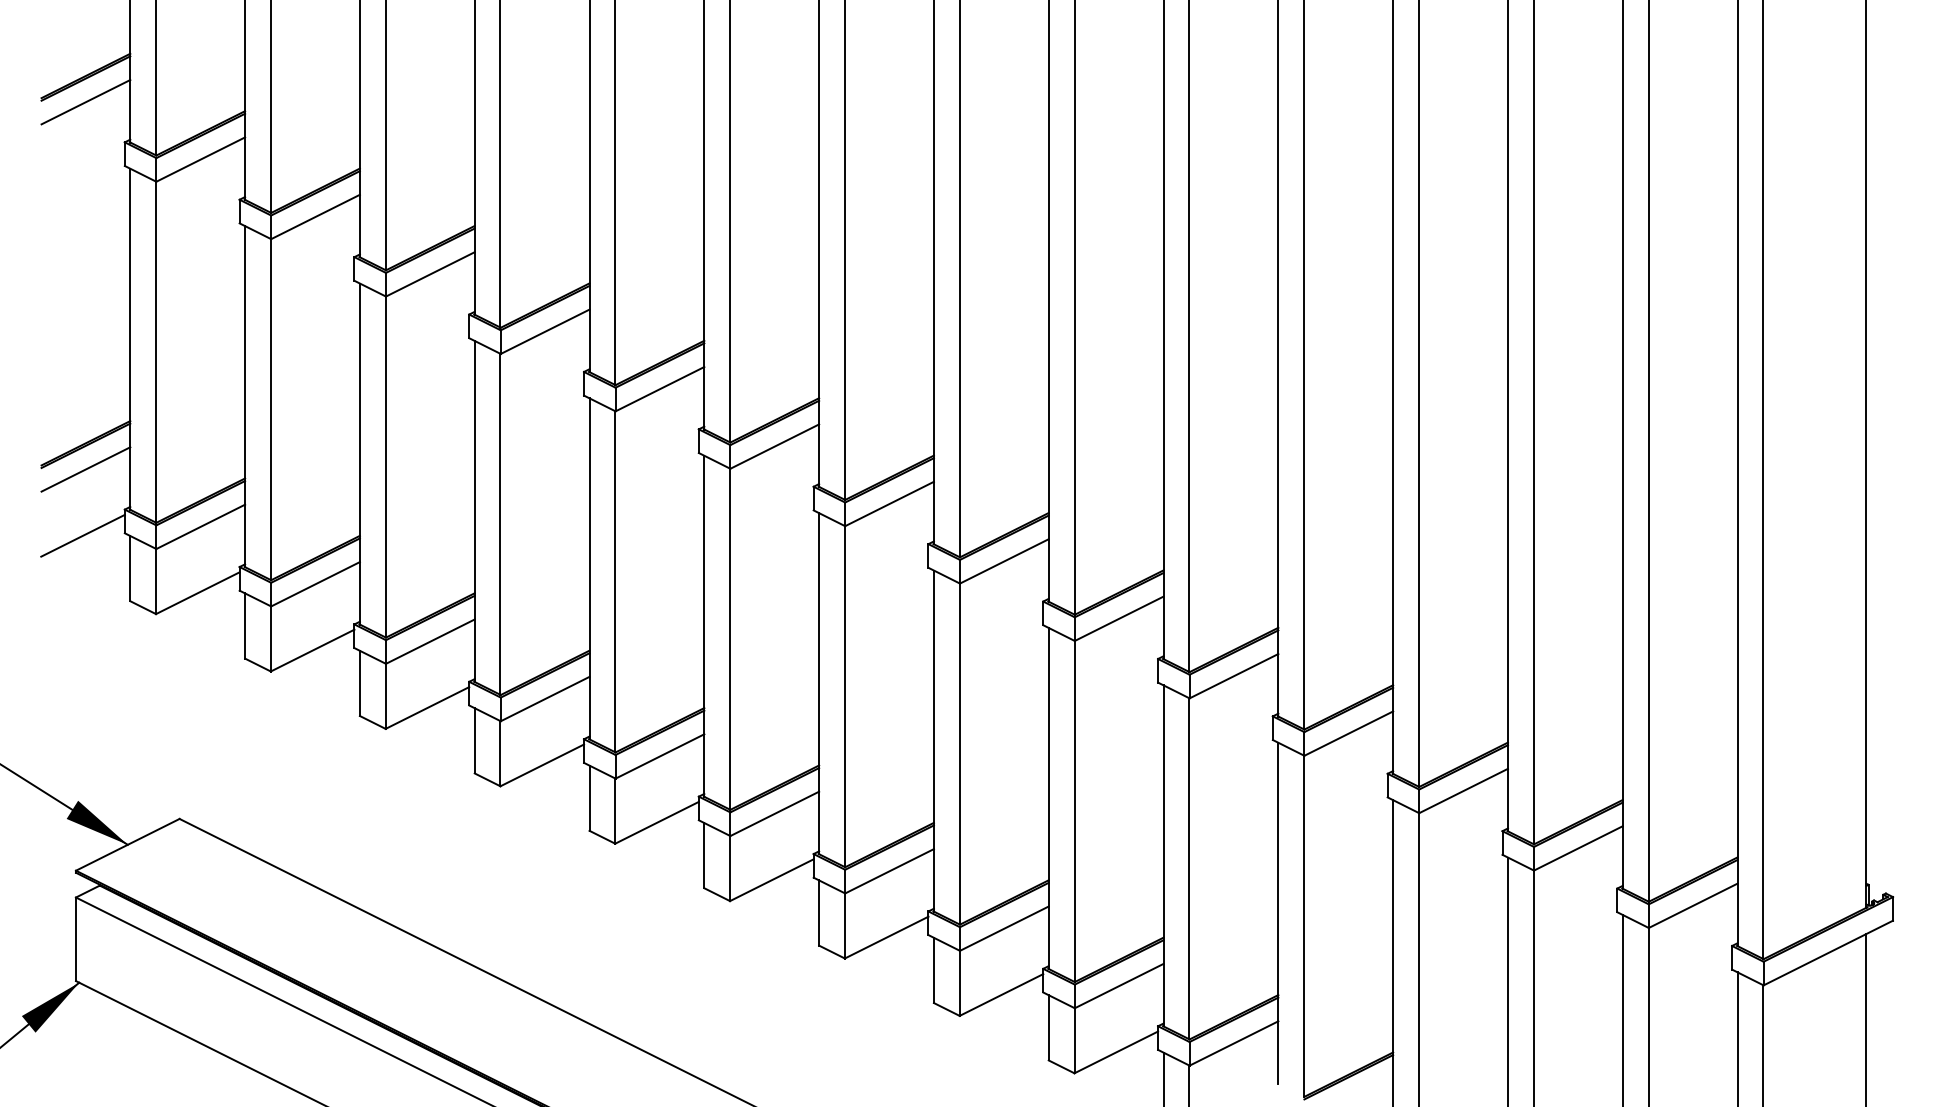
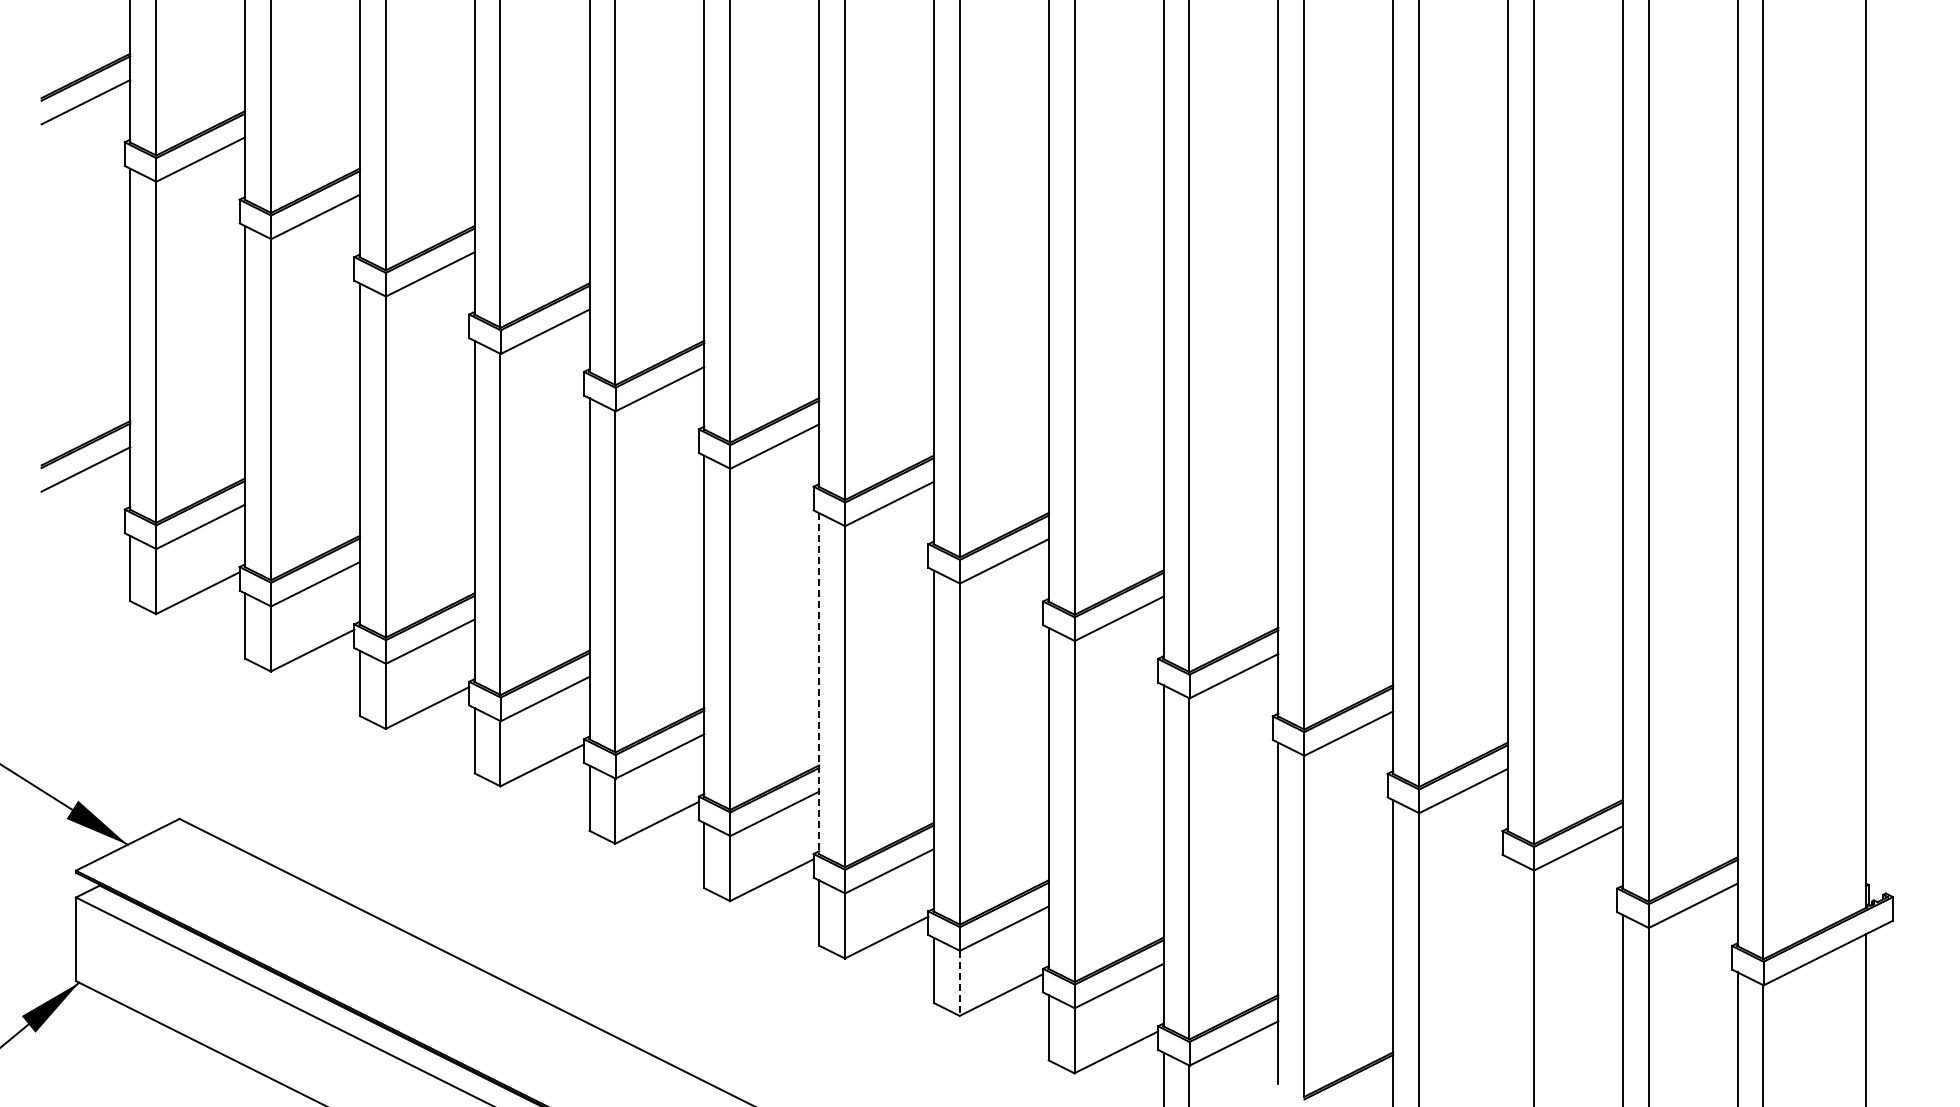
line at (82, 535): present -> none
line at (819, 683): solid -> dashed
line at (1507, 980): present -> none
line at (959, 983): solid -> dashed
